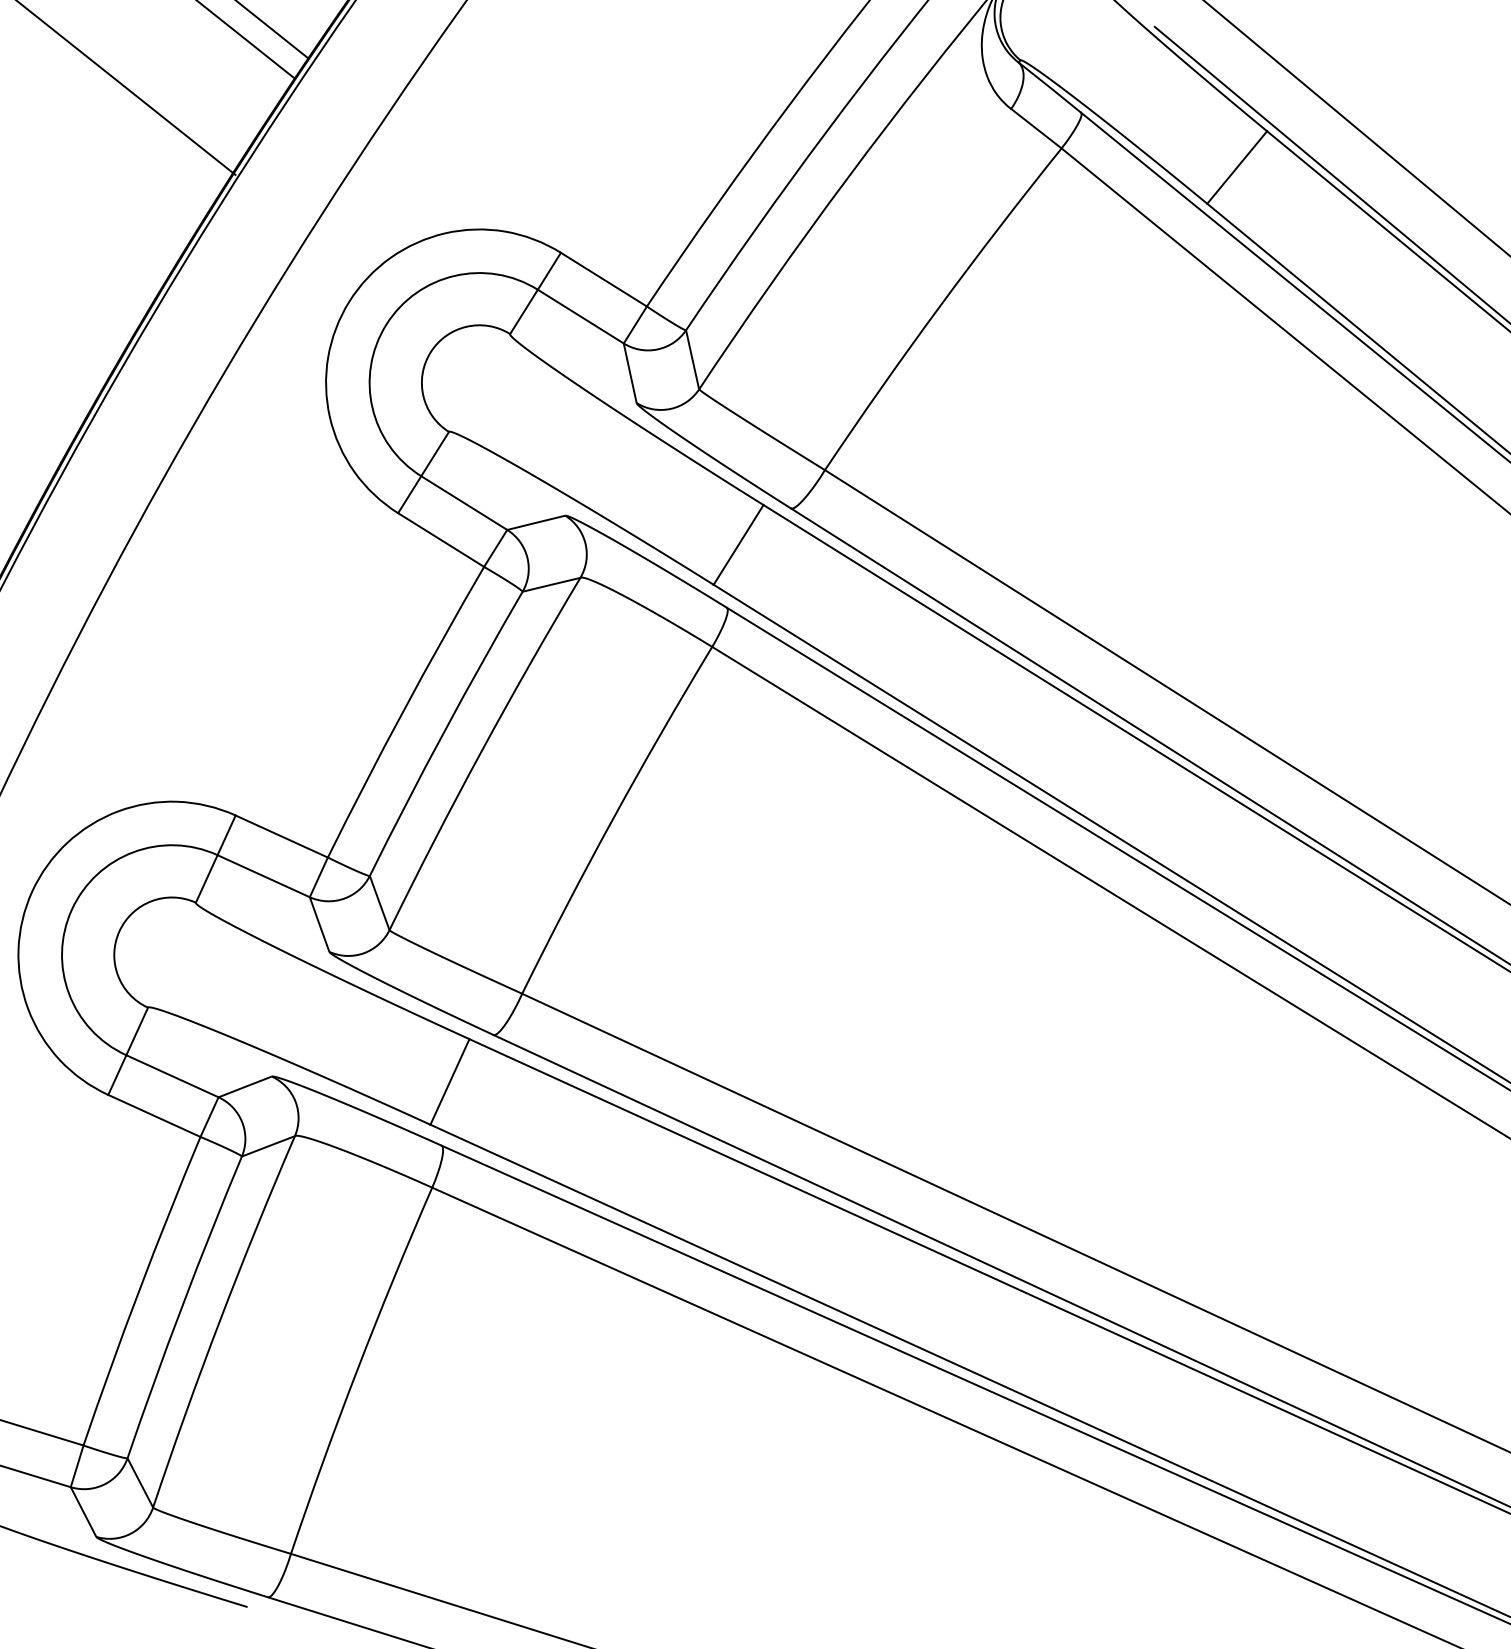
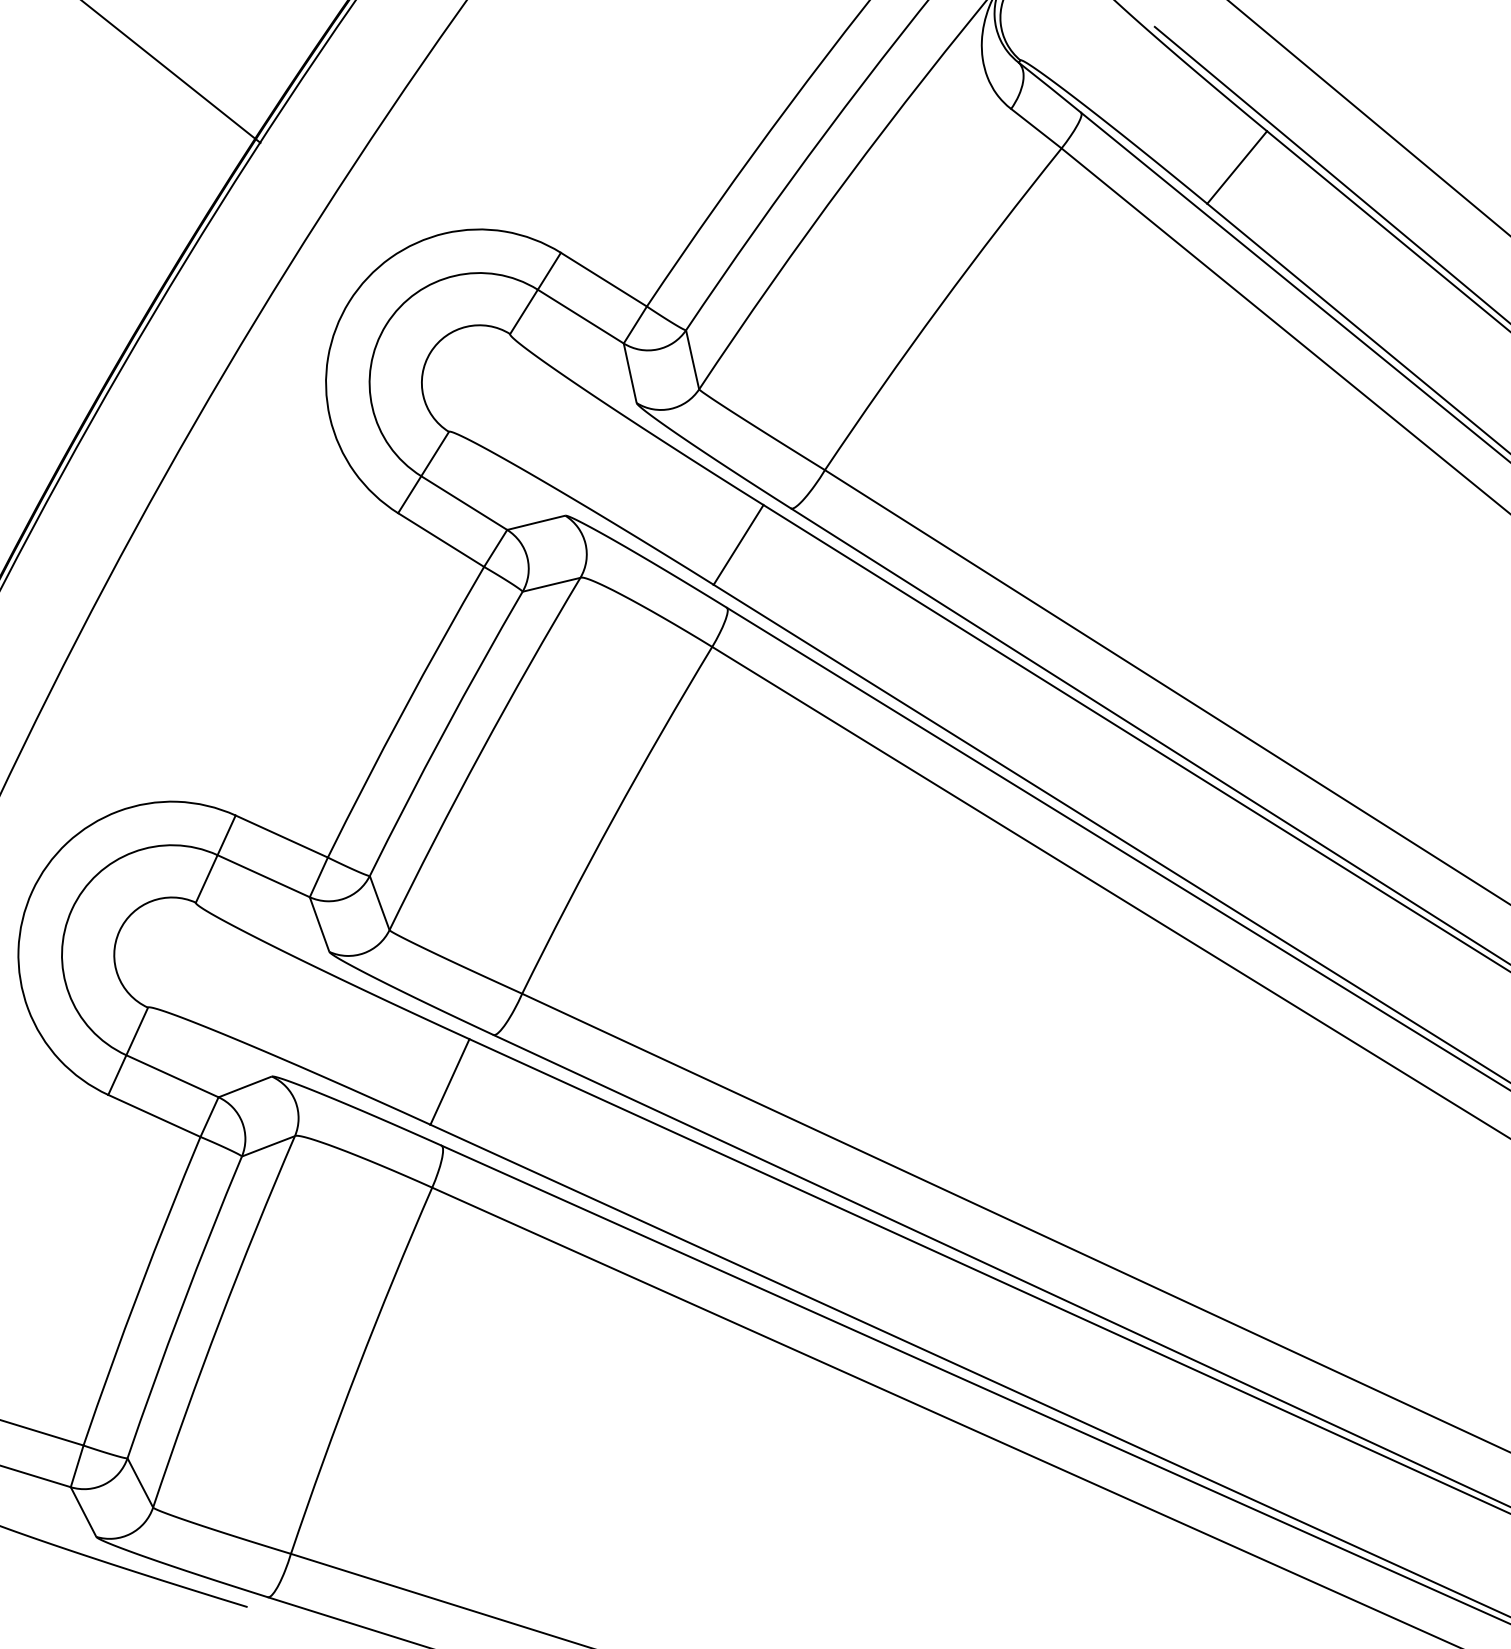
line at (273, 30): present -> none
line at (246, 40): present -> none
line at (126, 88) position: (126, 88) -> (171, 72)
line at (1356, 128) position: (1356, 128) -> (1368, 117)
